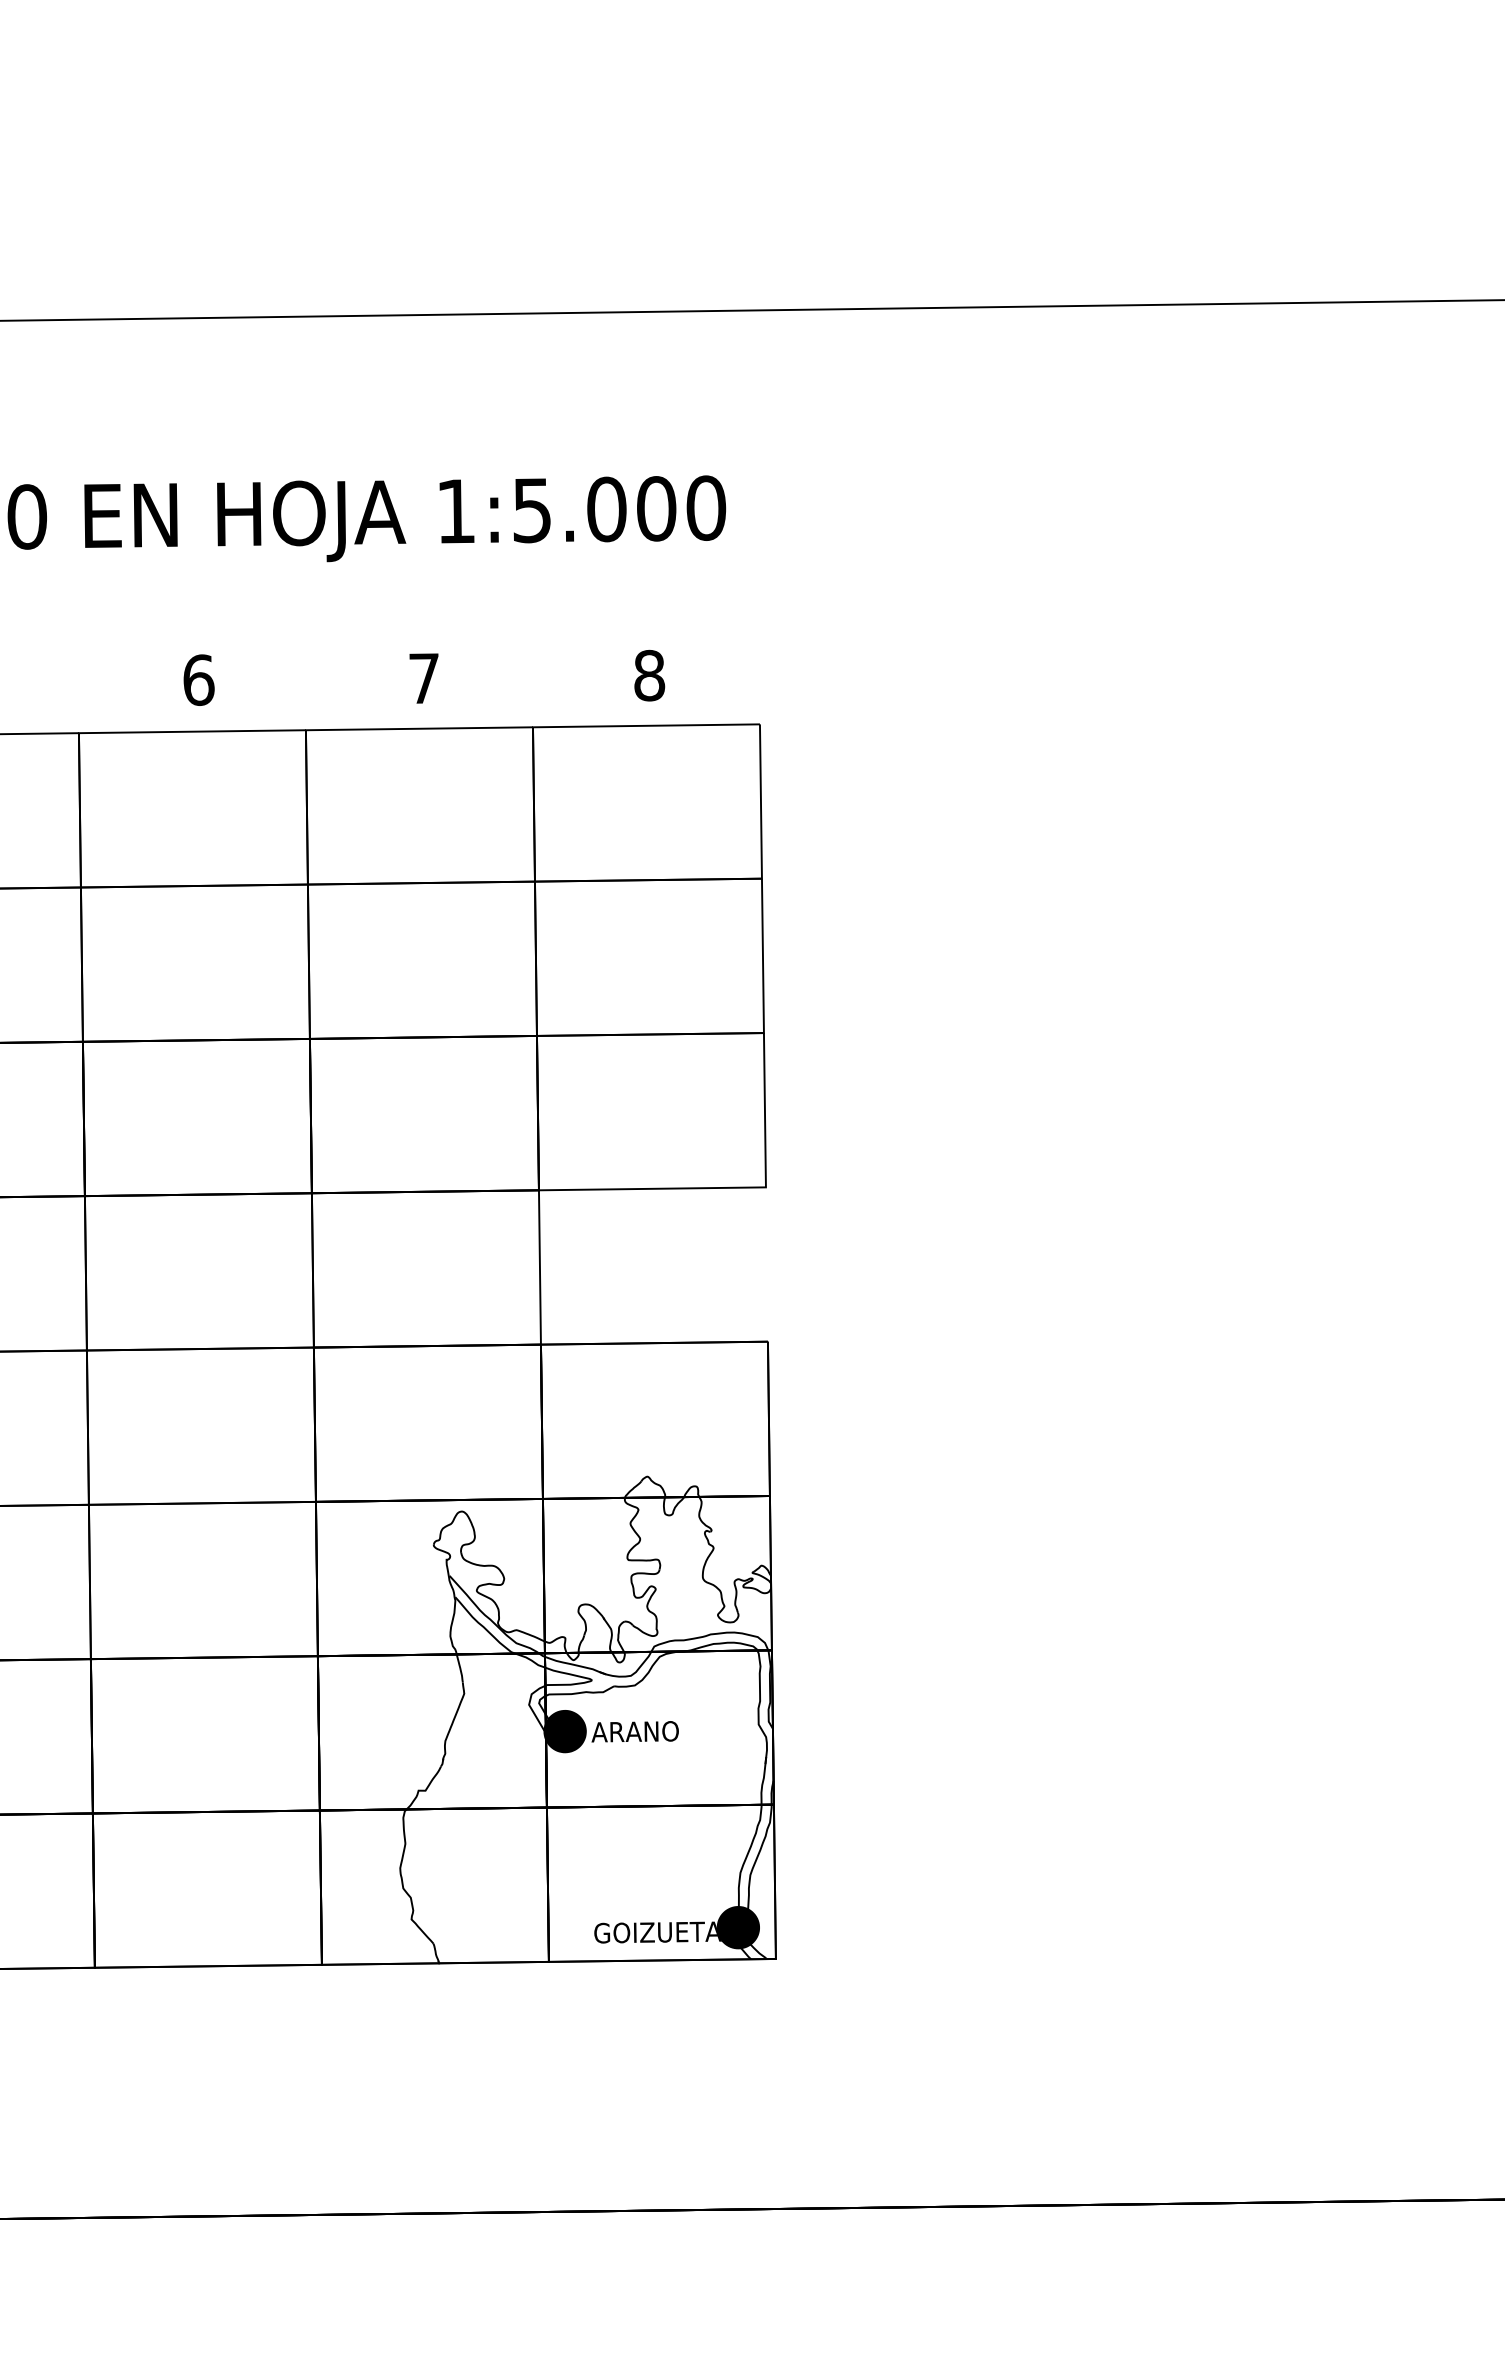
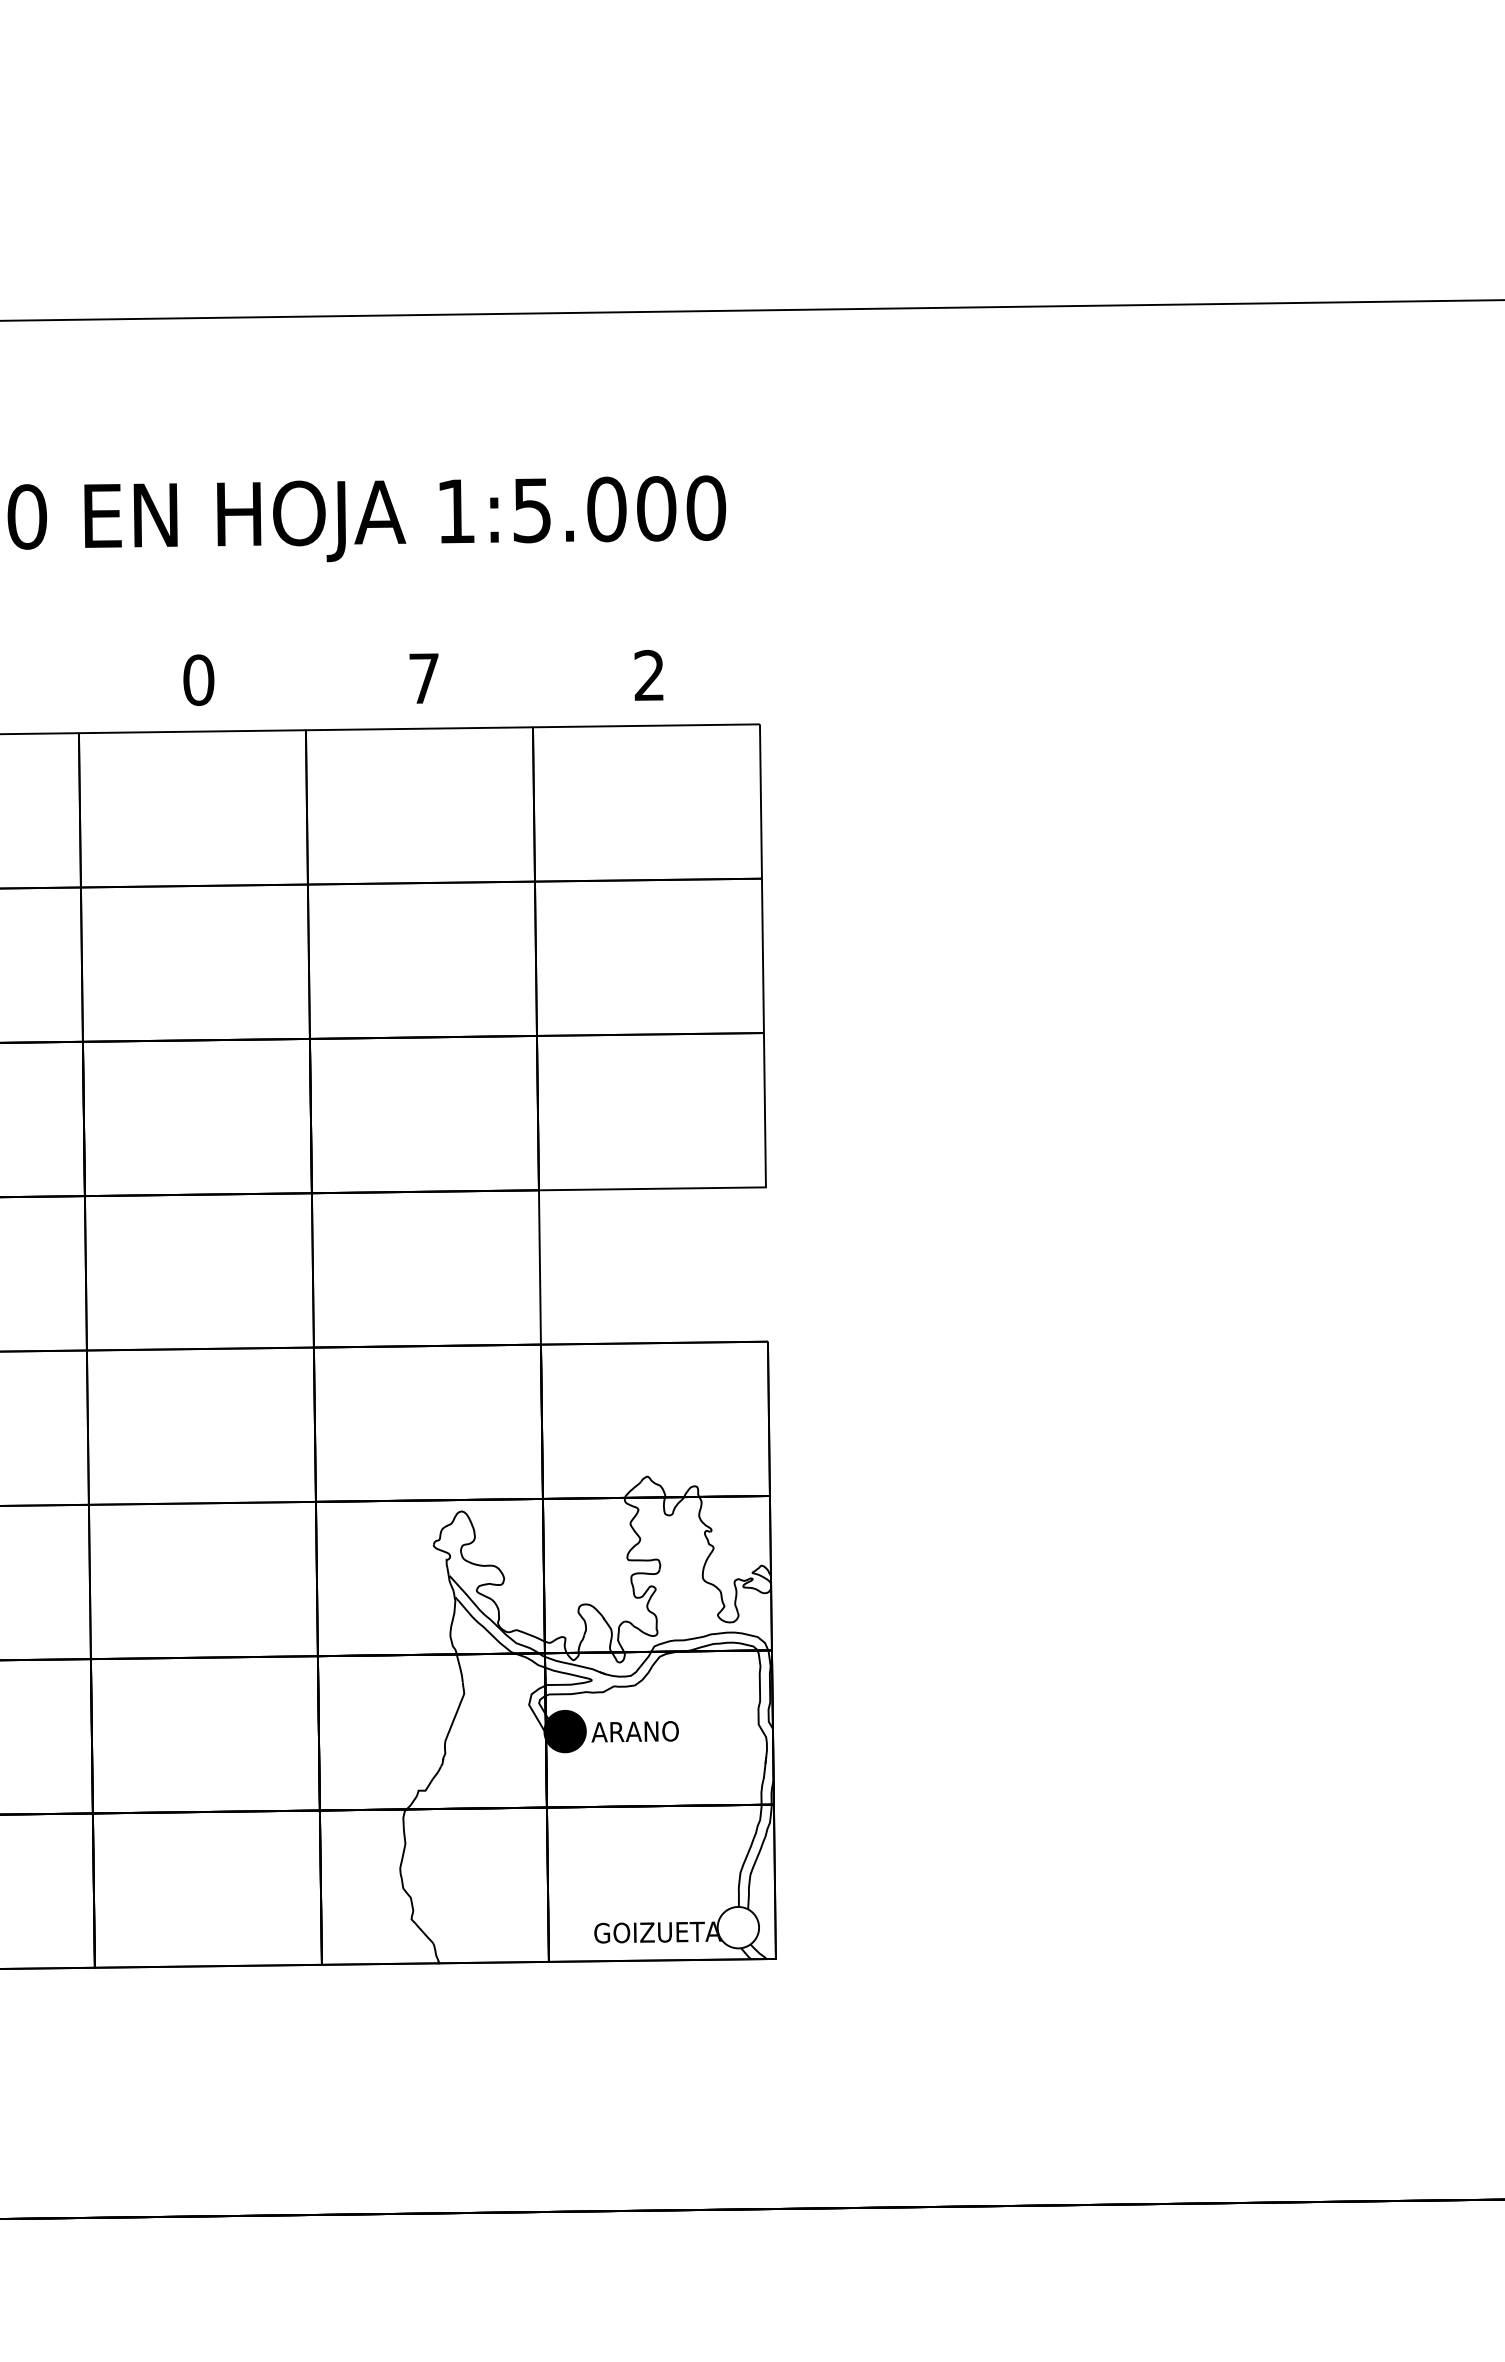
text at (649, 675): 8 -> 2
text at (198, 679): 6 -> 0
fill at (738, 1927): present -> none
fill at (738, 1927): present -> none
